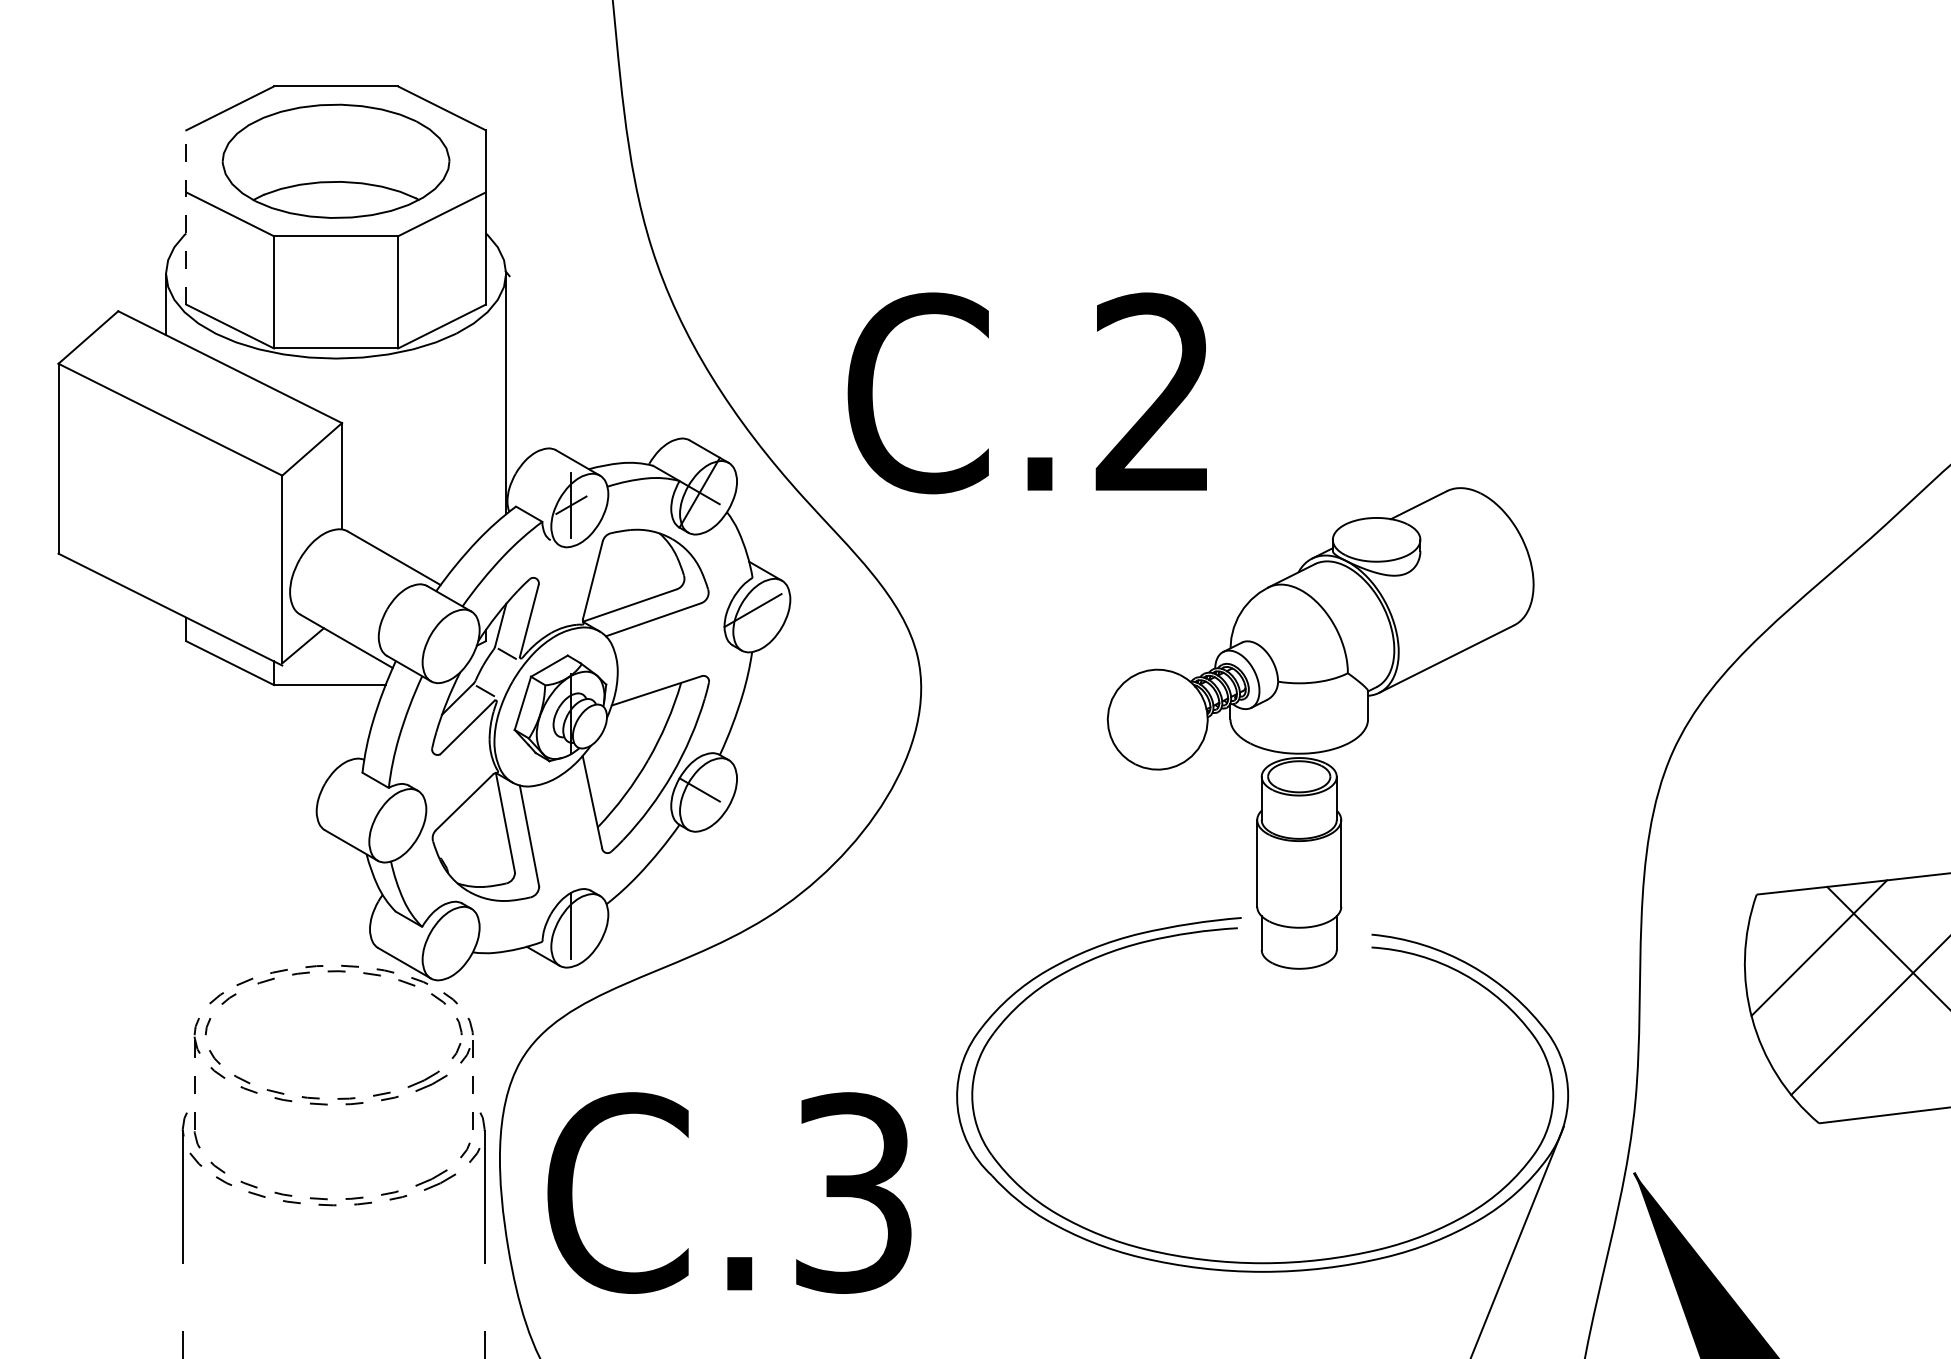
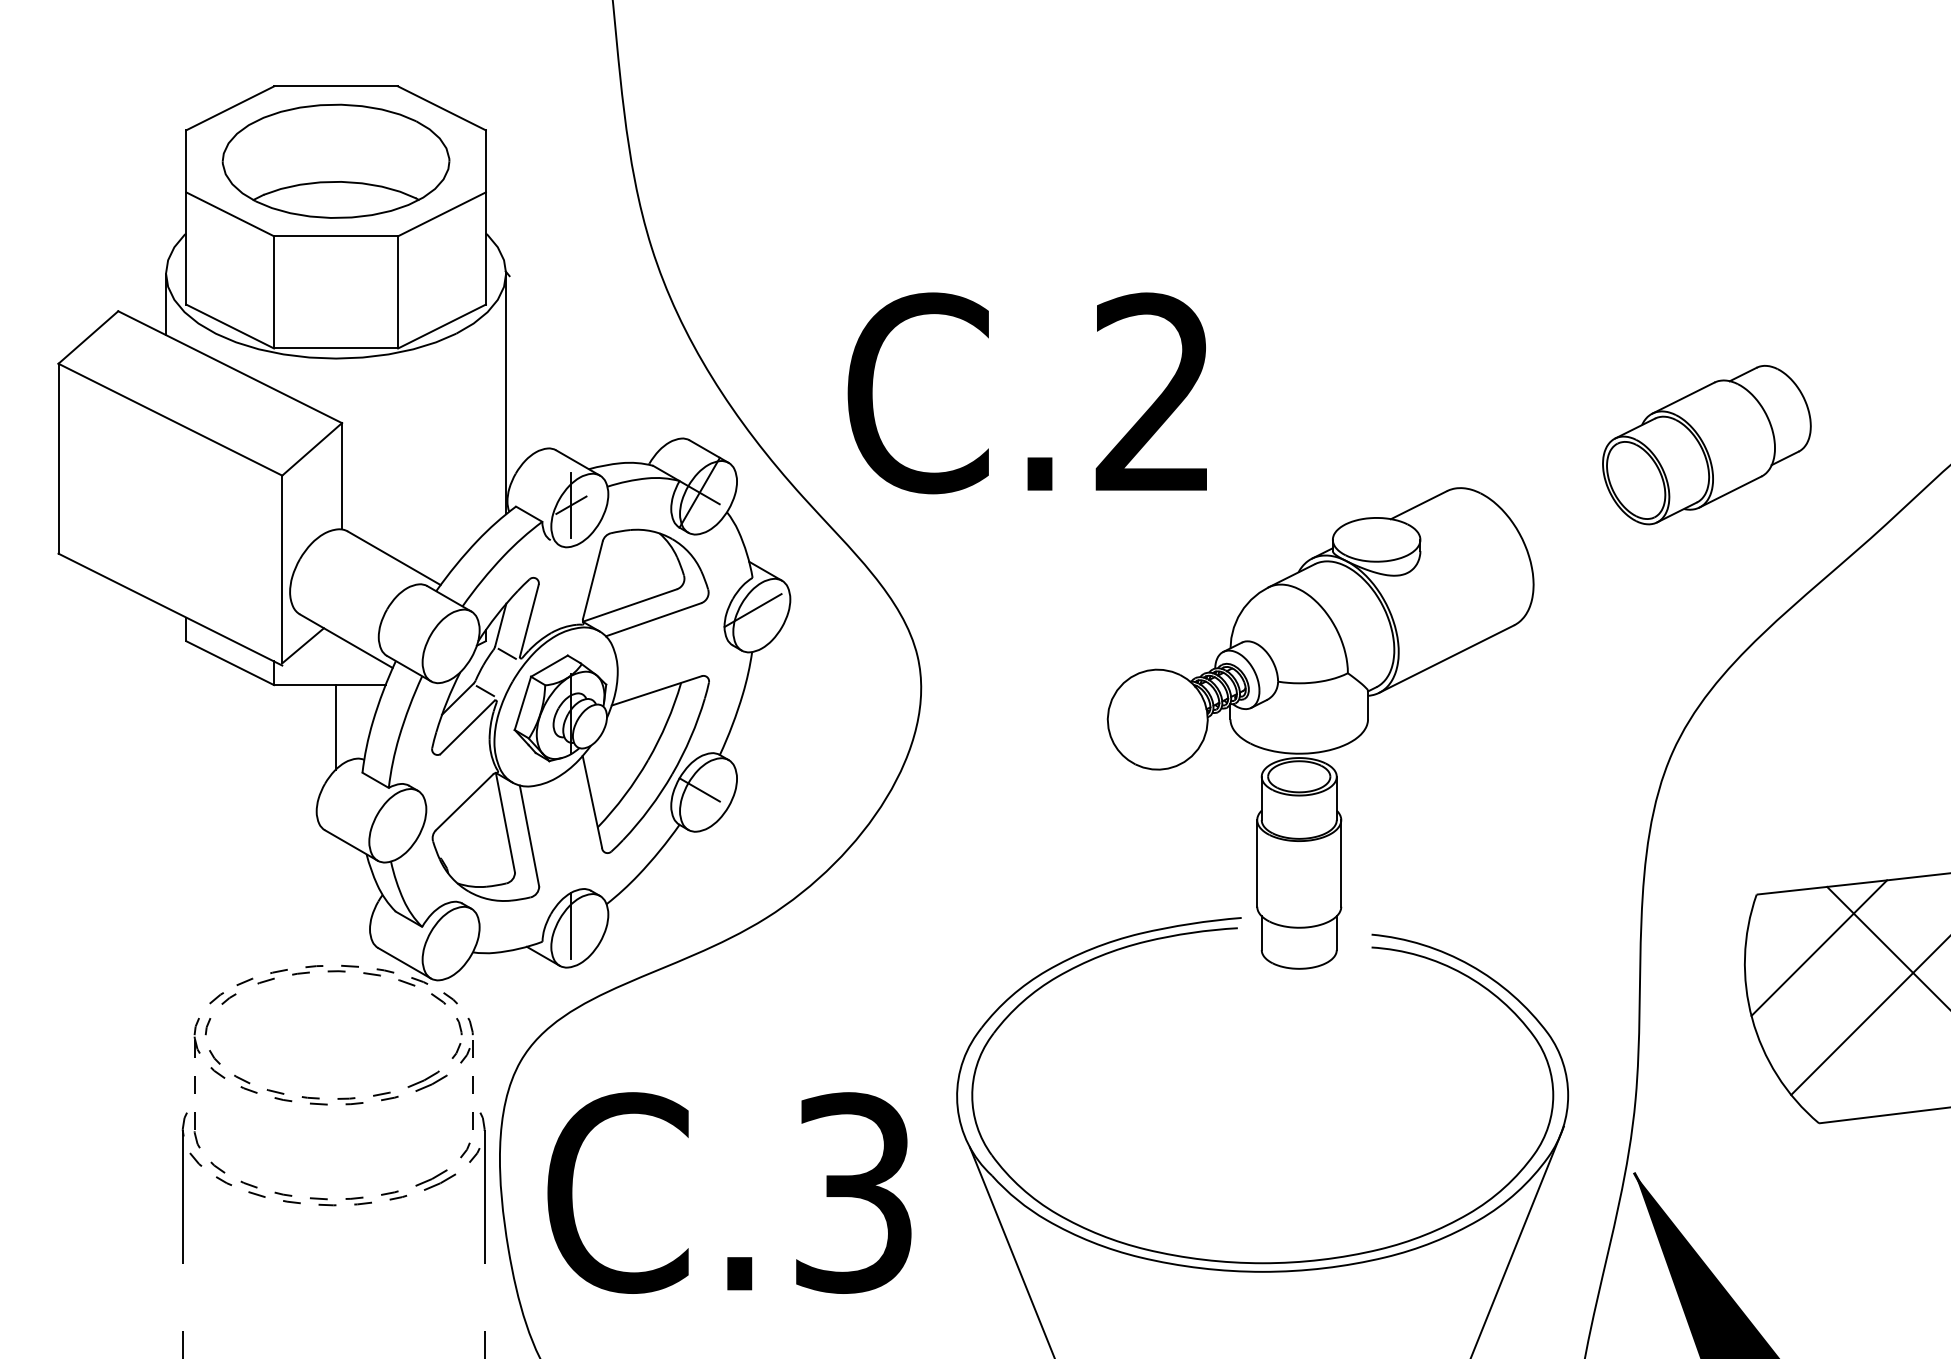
line at (186, 216): dashed -> solid
part at (1706, 445): none -> present
line at (335, 727): none -> present
line at (1011, 1251): none -> present
